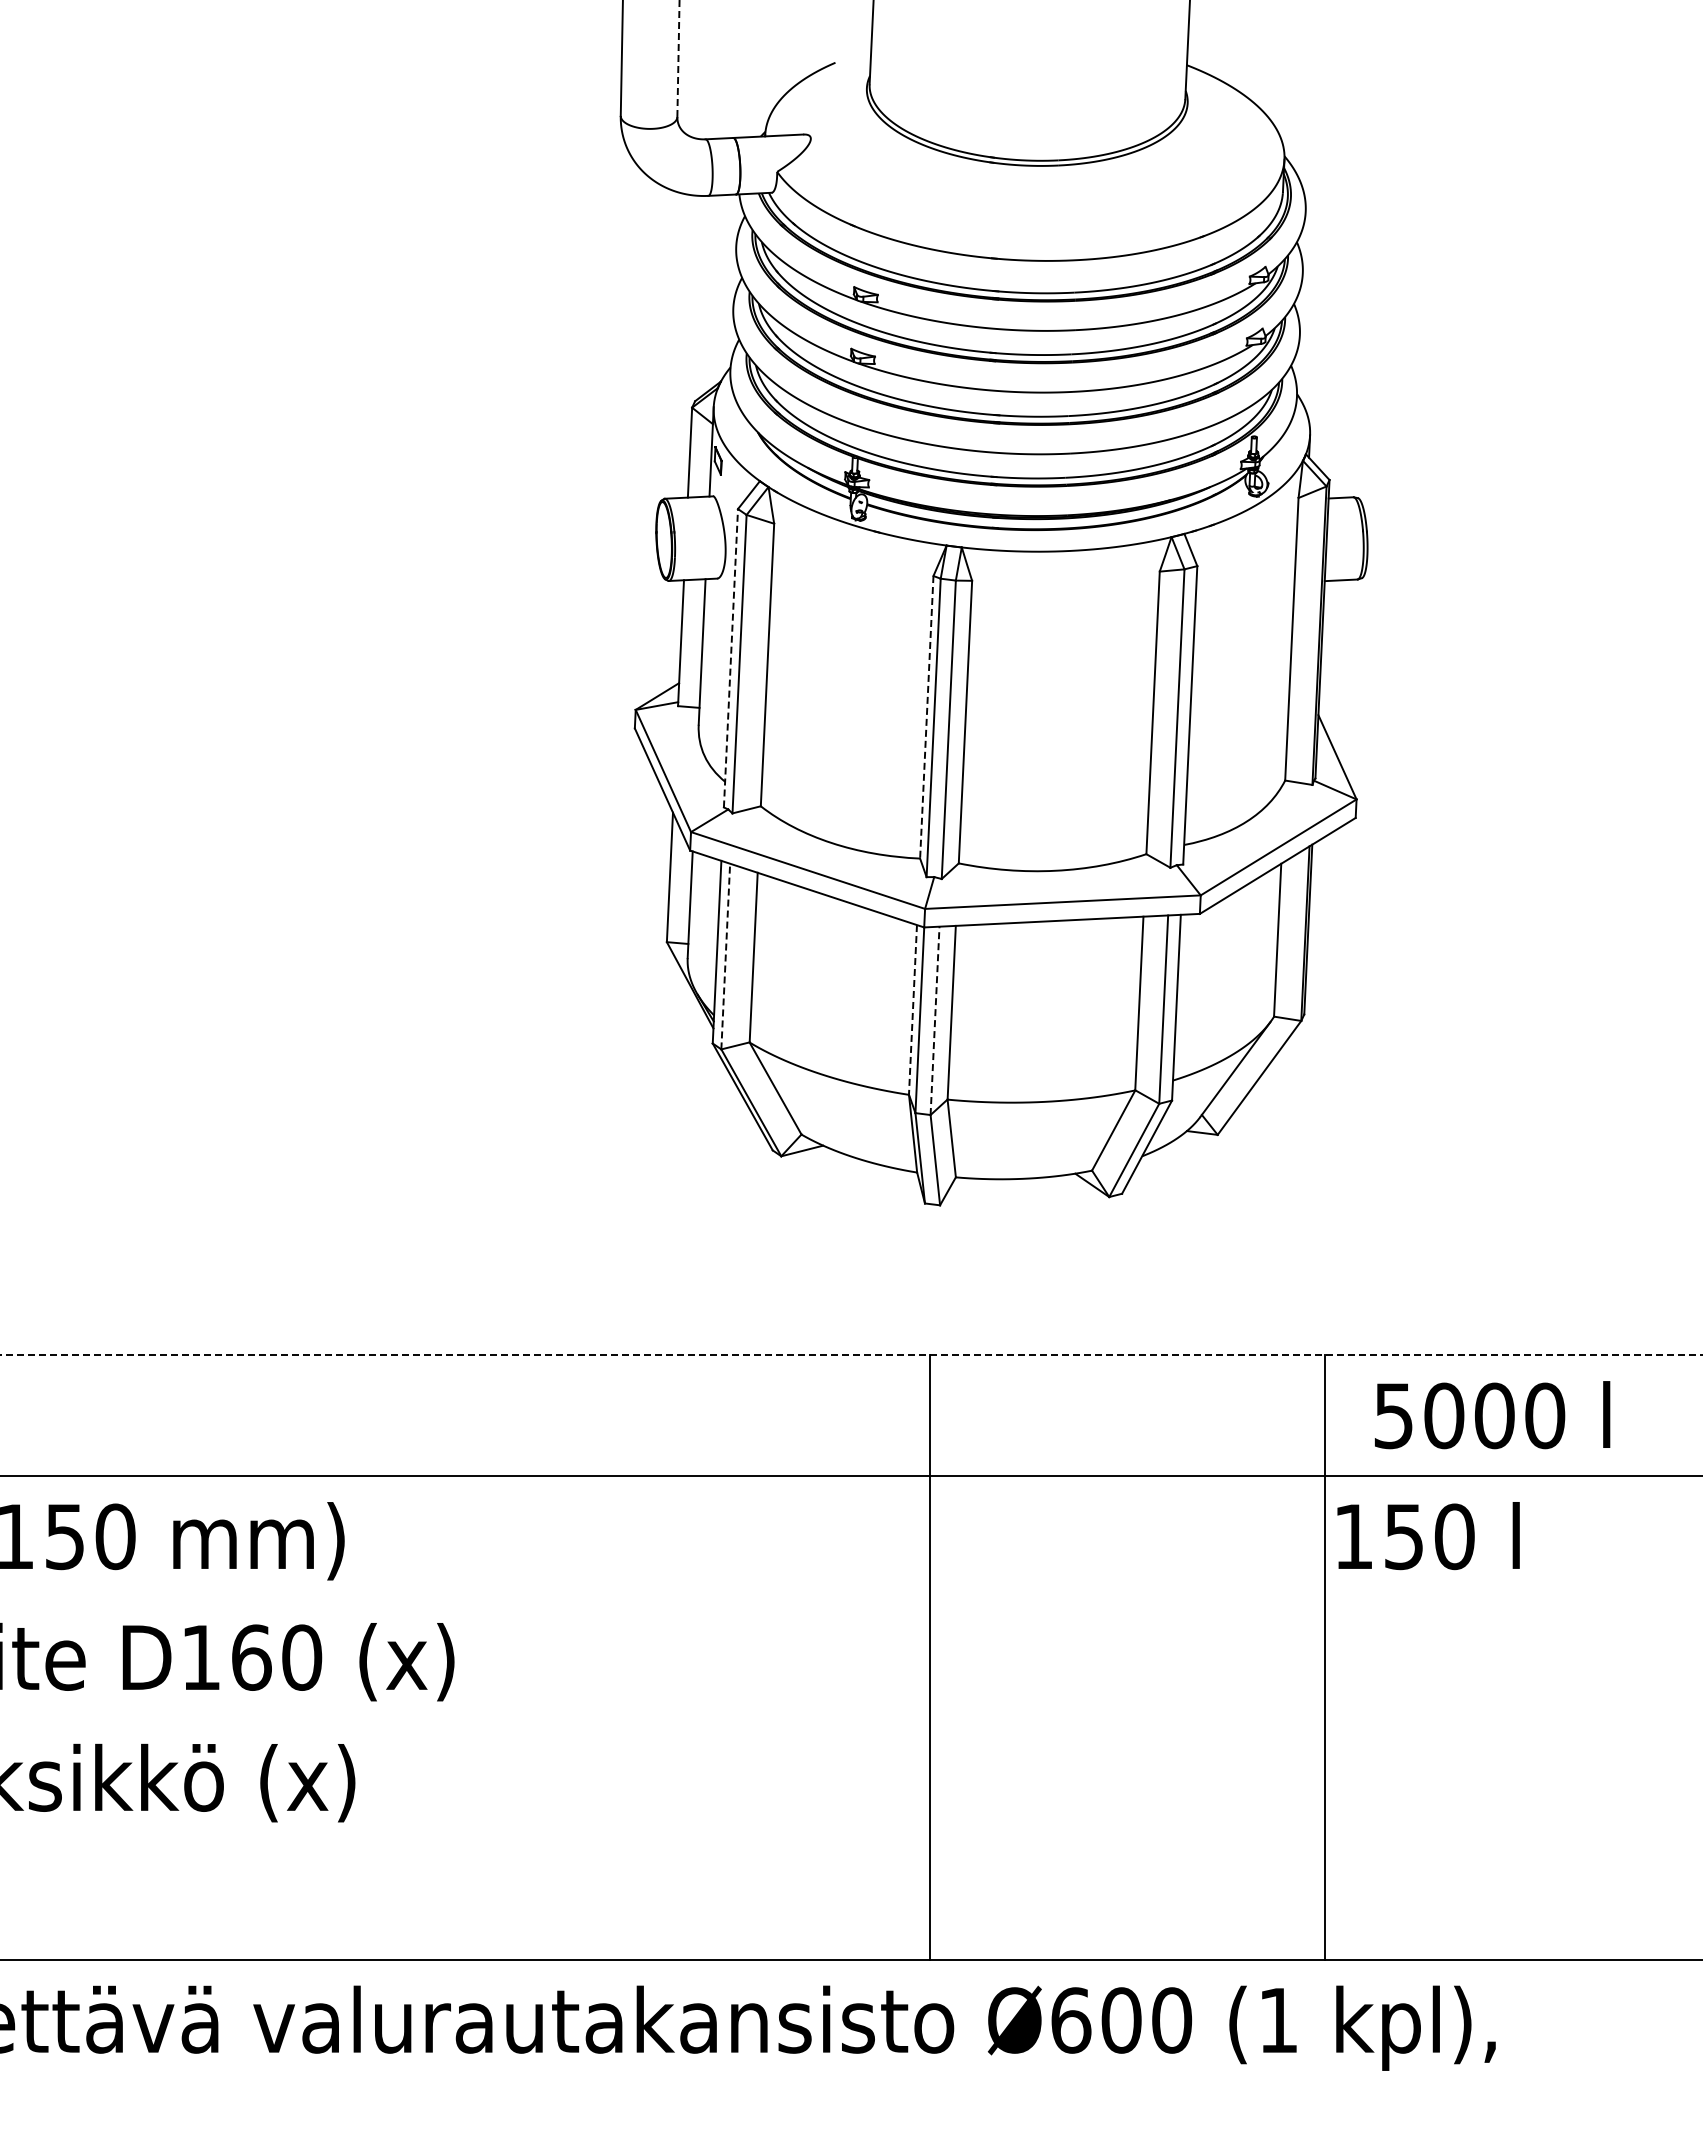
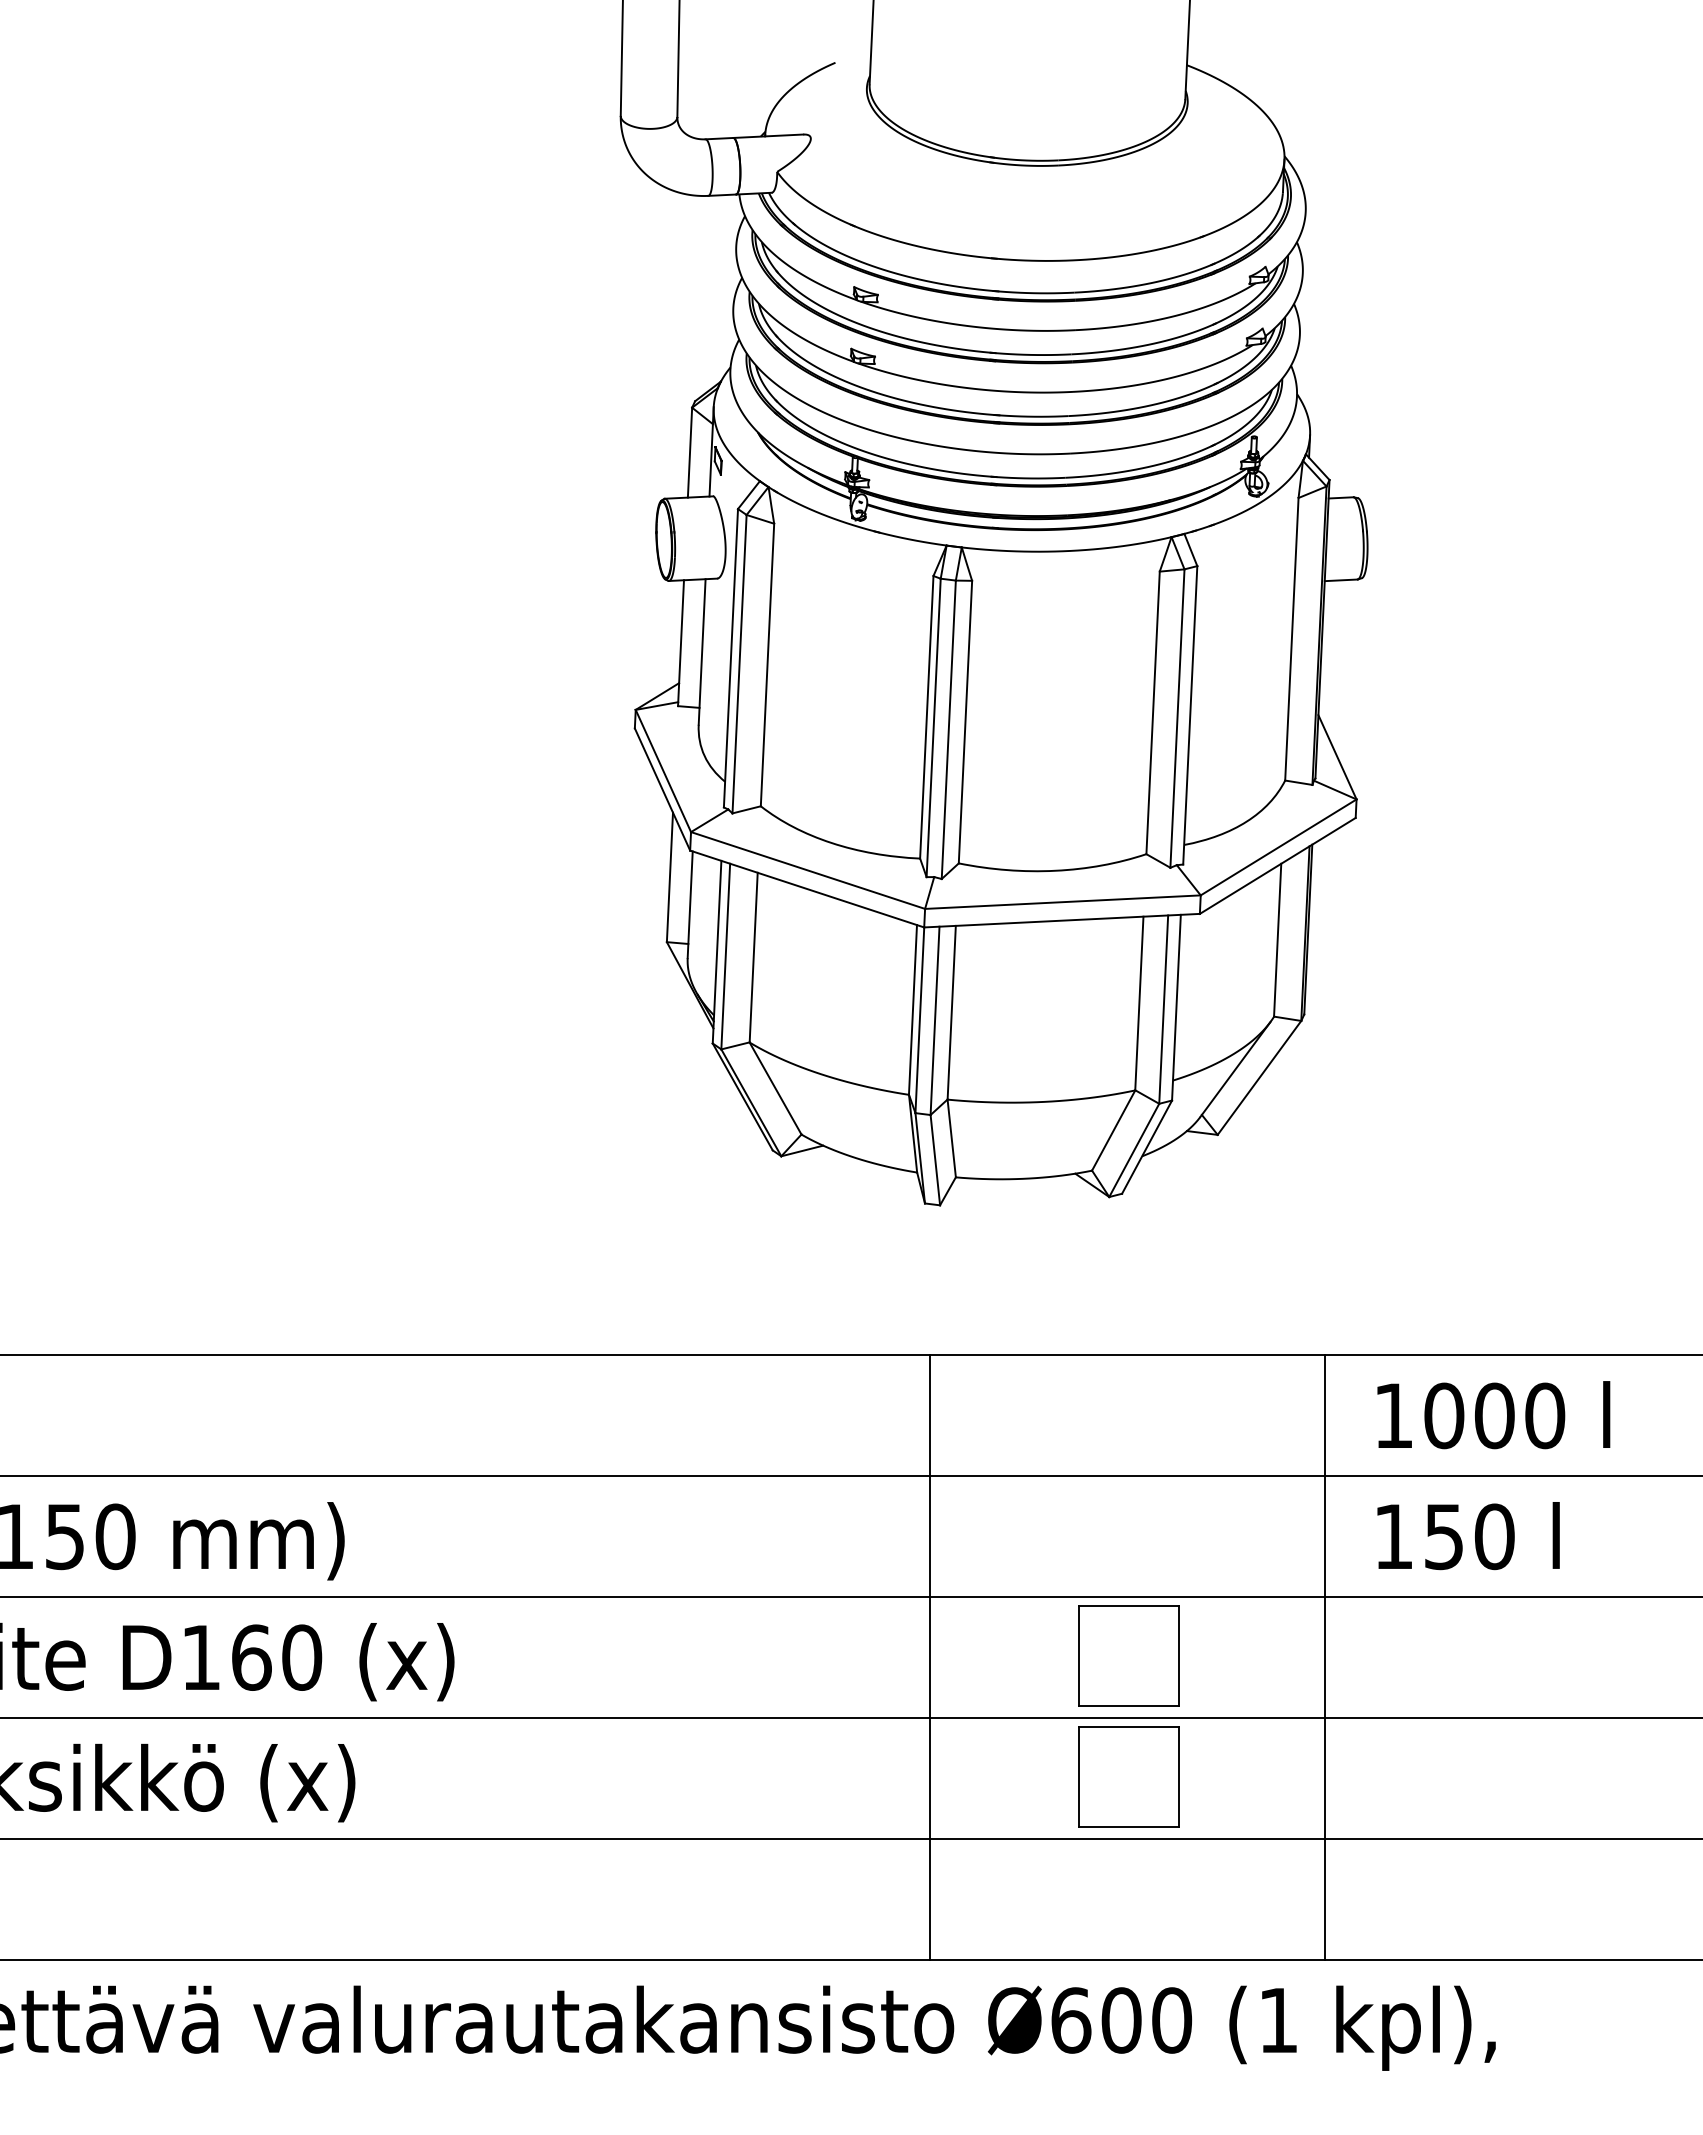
line at (678, 58): dashed -> solid
line at (730, 657): dashed -> solid
line at (926, 717): dashed -> solid
line at (725, 956): dashed -> solid
line at (912, 1009): dashed -> solid
line at (935, 1020): dashed -> solid
line at (851, 1355): dashed -> solid
text at (1393, 1416): 5000 -> 1000
text at (1428, 1536) position: (1428, 1536) -> (1468, 1536)
line at (850, 1597): none -> present
part at (1128, 1655): none -> present
line at (850, 1718): none -> present
part at (1128, 1776): none -> present
line at (850, 1839): none -> present
